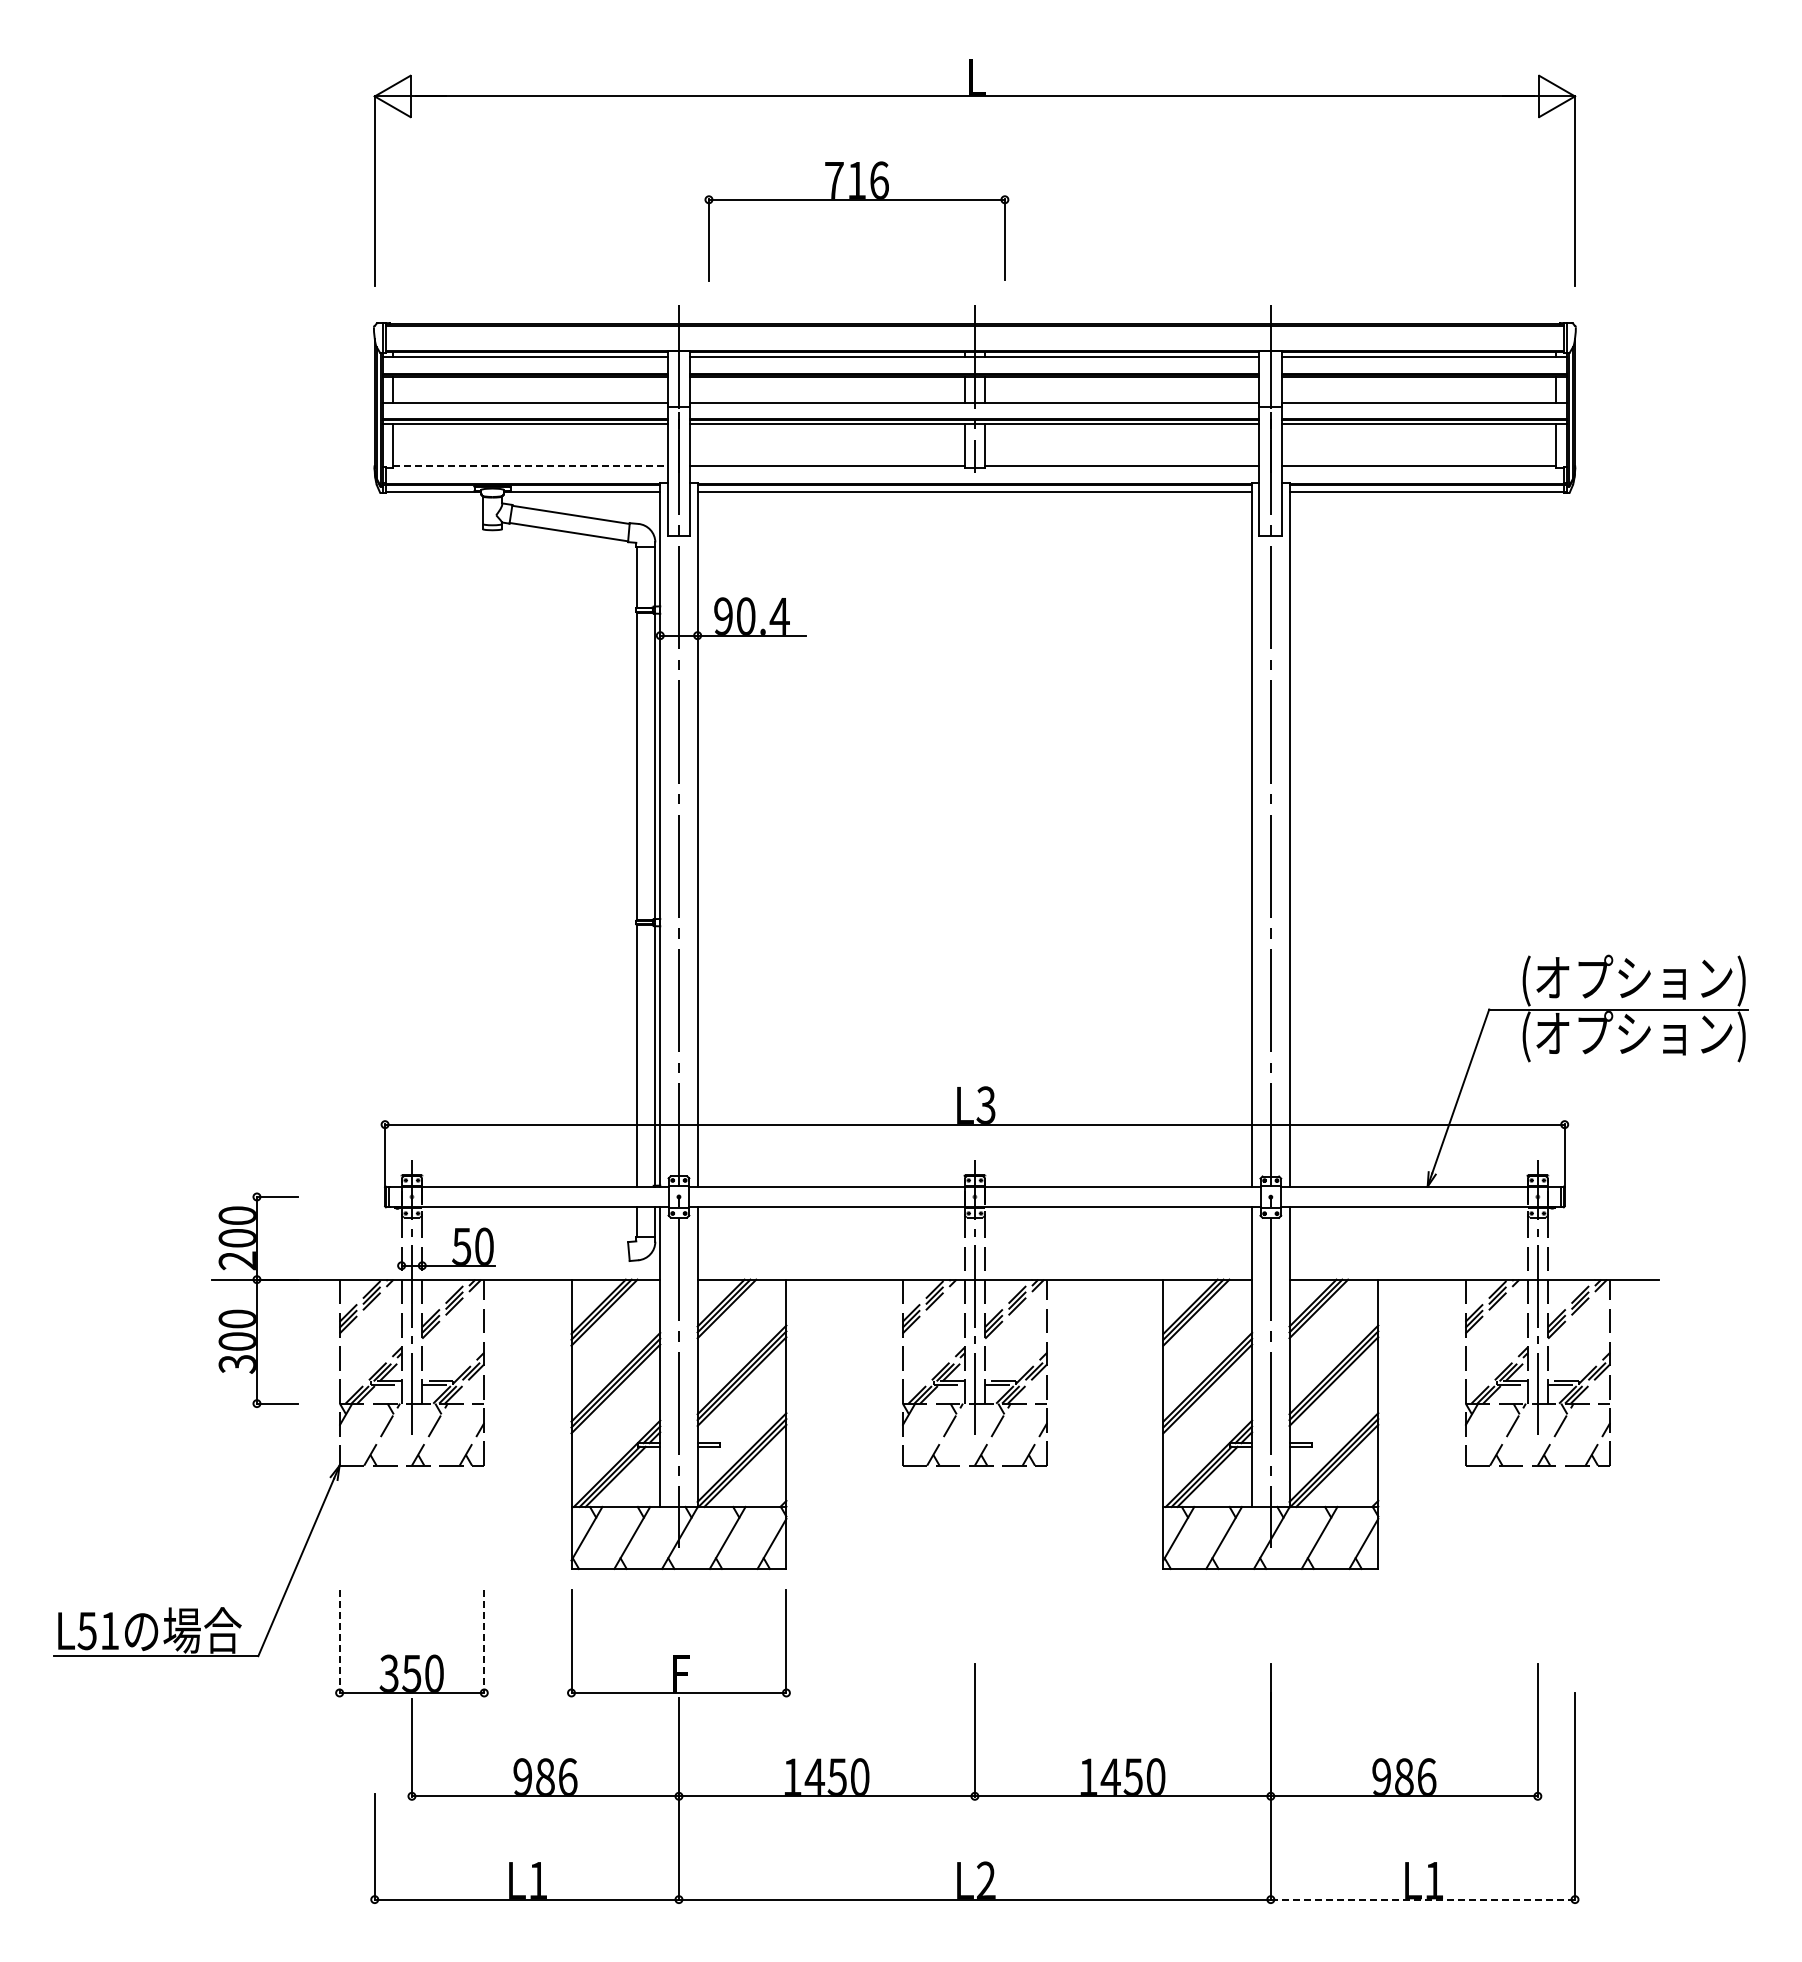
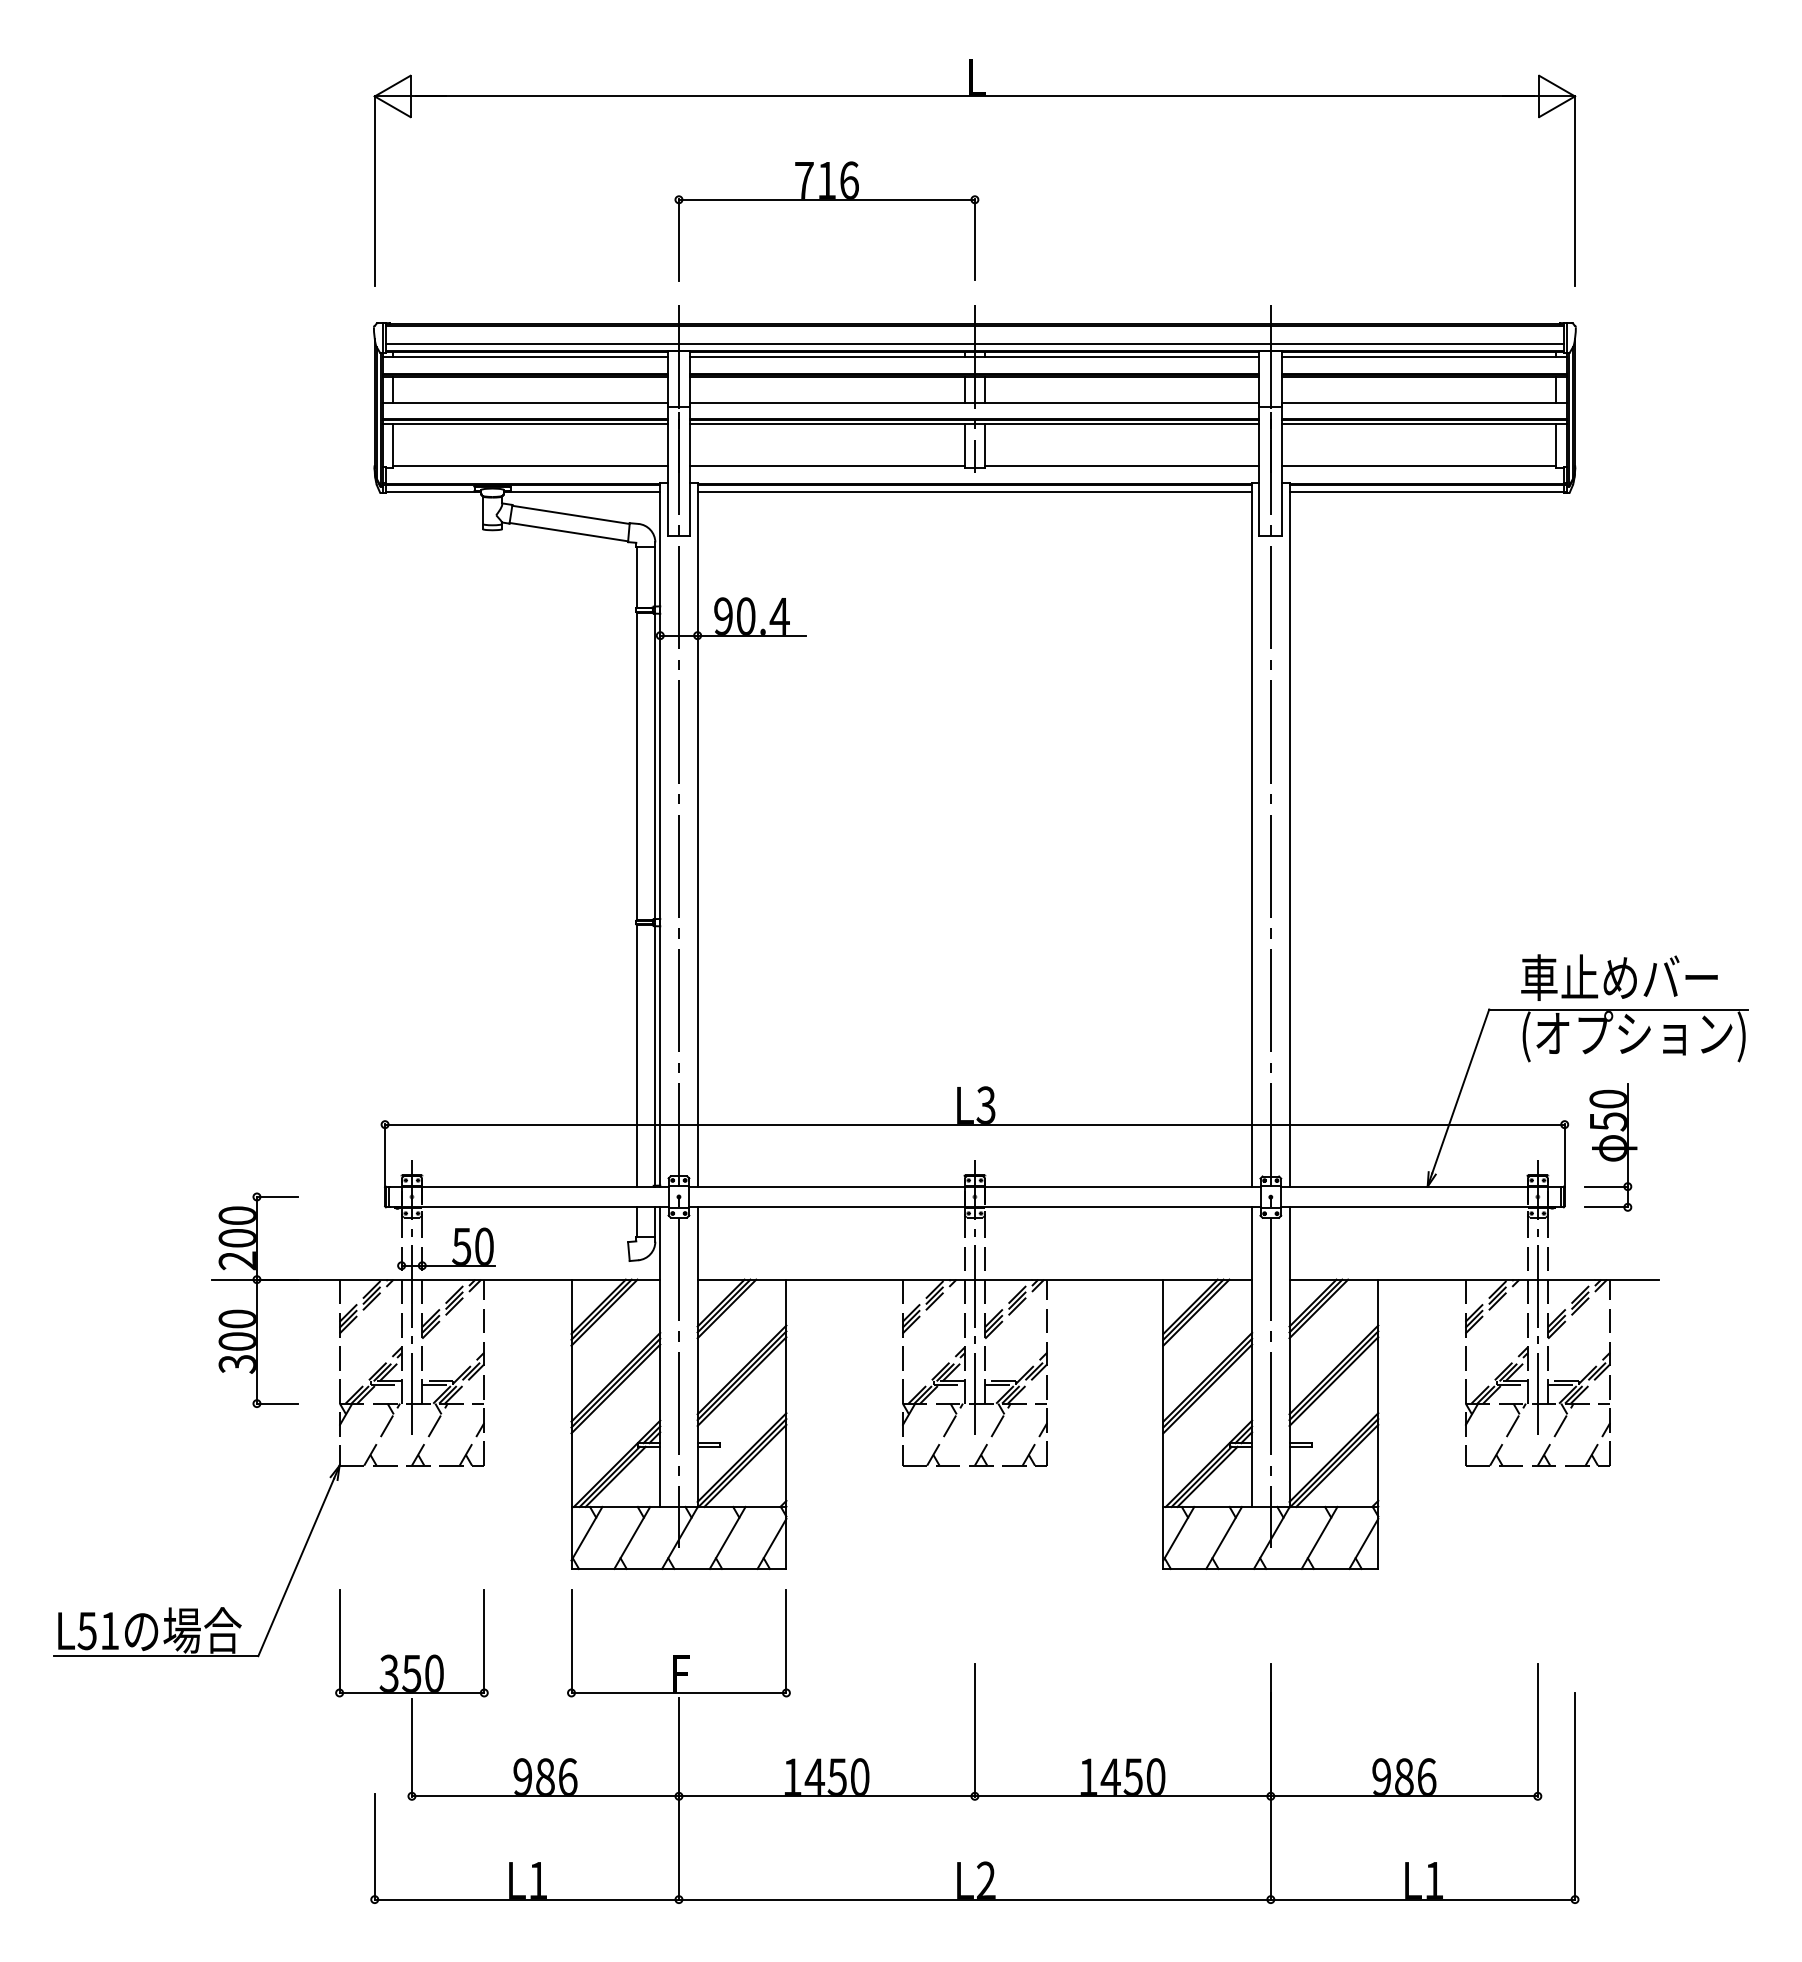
part at (856, 200) position: (856, 200) -> (826, 200)
line at (974, 343): none -> present
line at (530, 465): dashed -> solid
text at (1633, 980): (オプション) -> 車止めバー
part at (1610, 1147): none -> present
line at (339, 1641): dashed -> solid
line at (484, 1641): dashed -> solid
line at (1422, 1899): dashed -> solid
